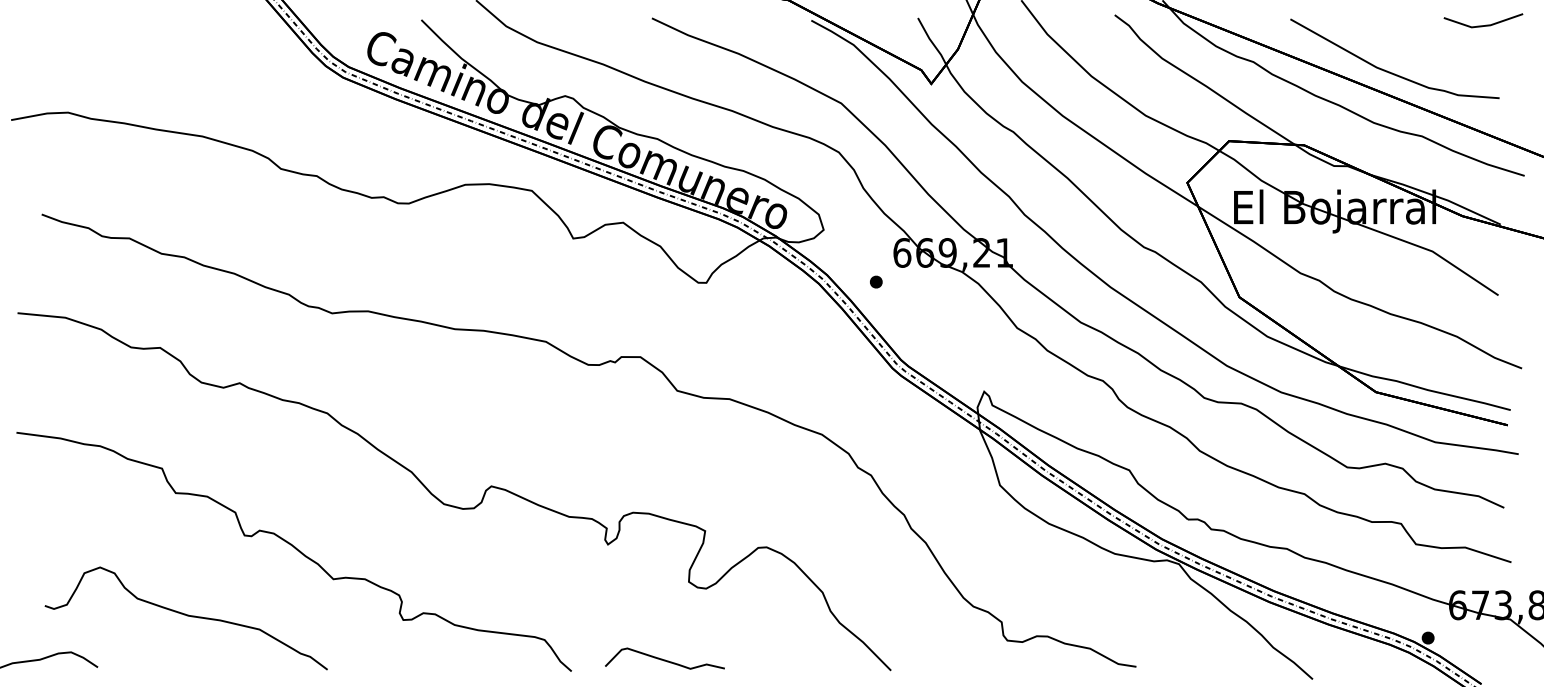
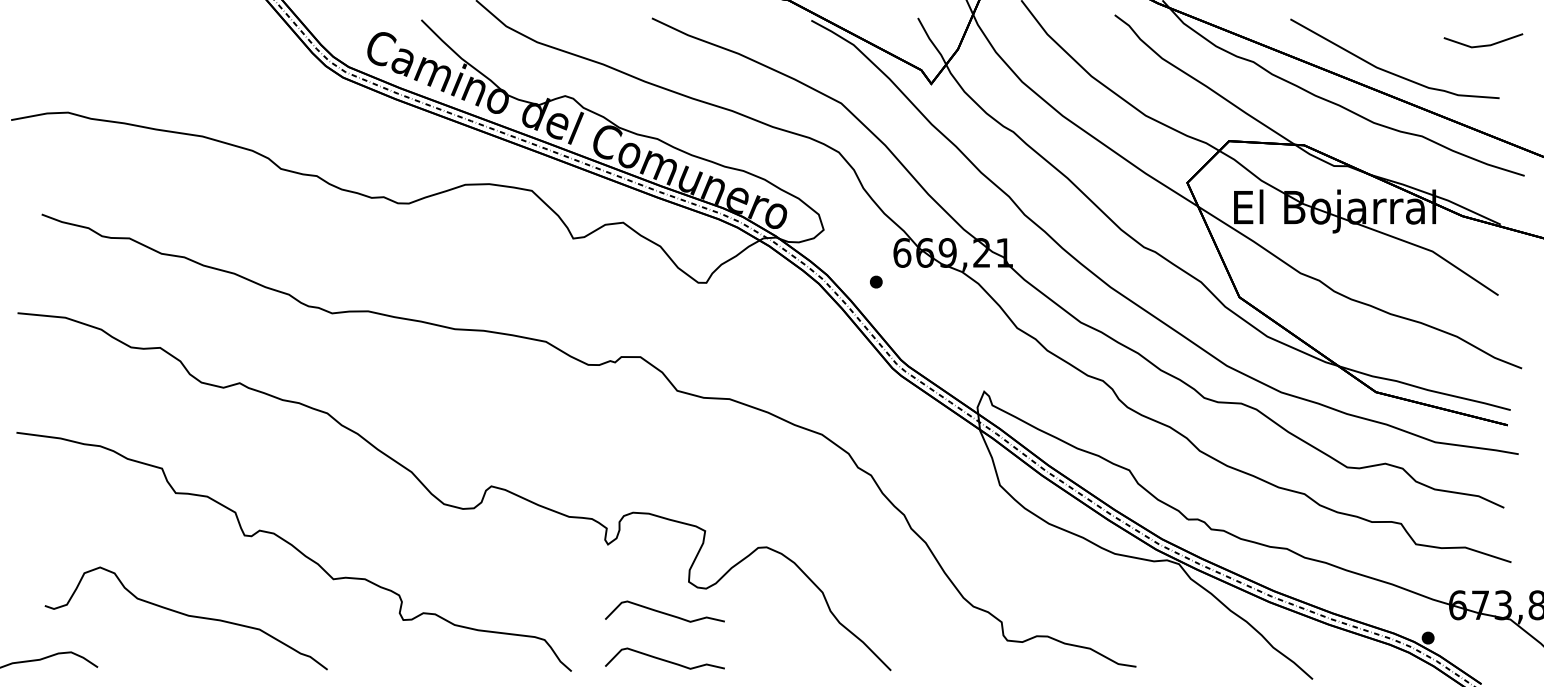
line at (1485, 24) position: (1485, 24) -> (1485, 44)
curve at (664, 612): none -> present
